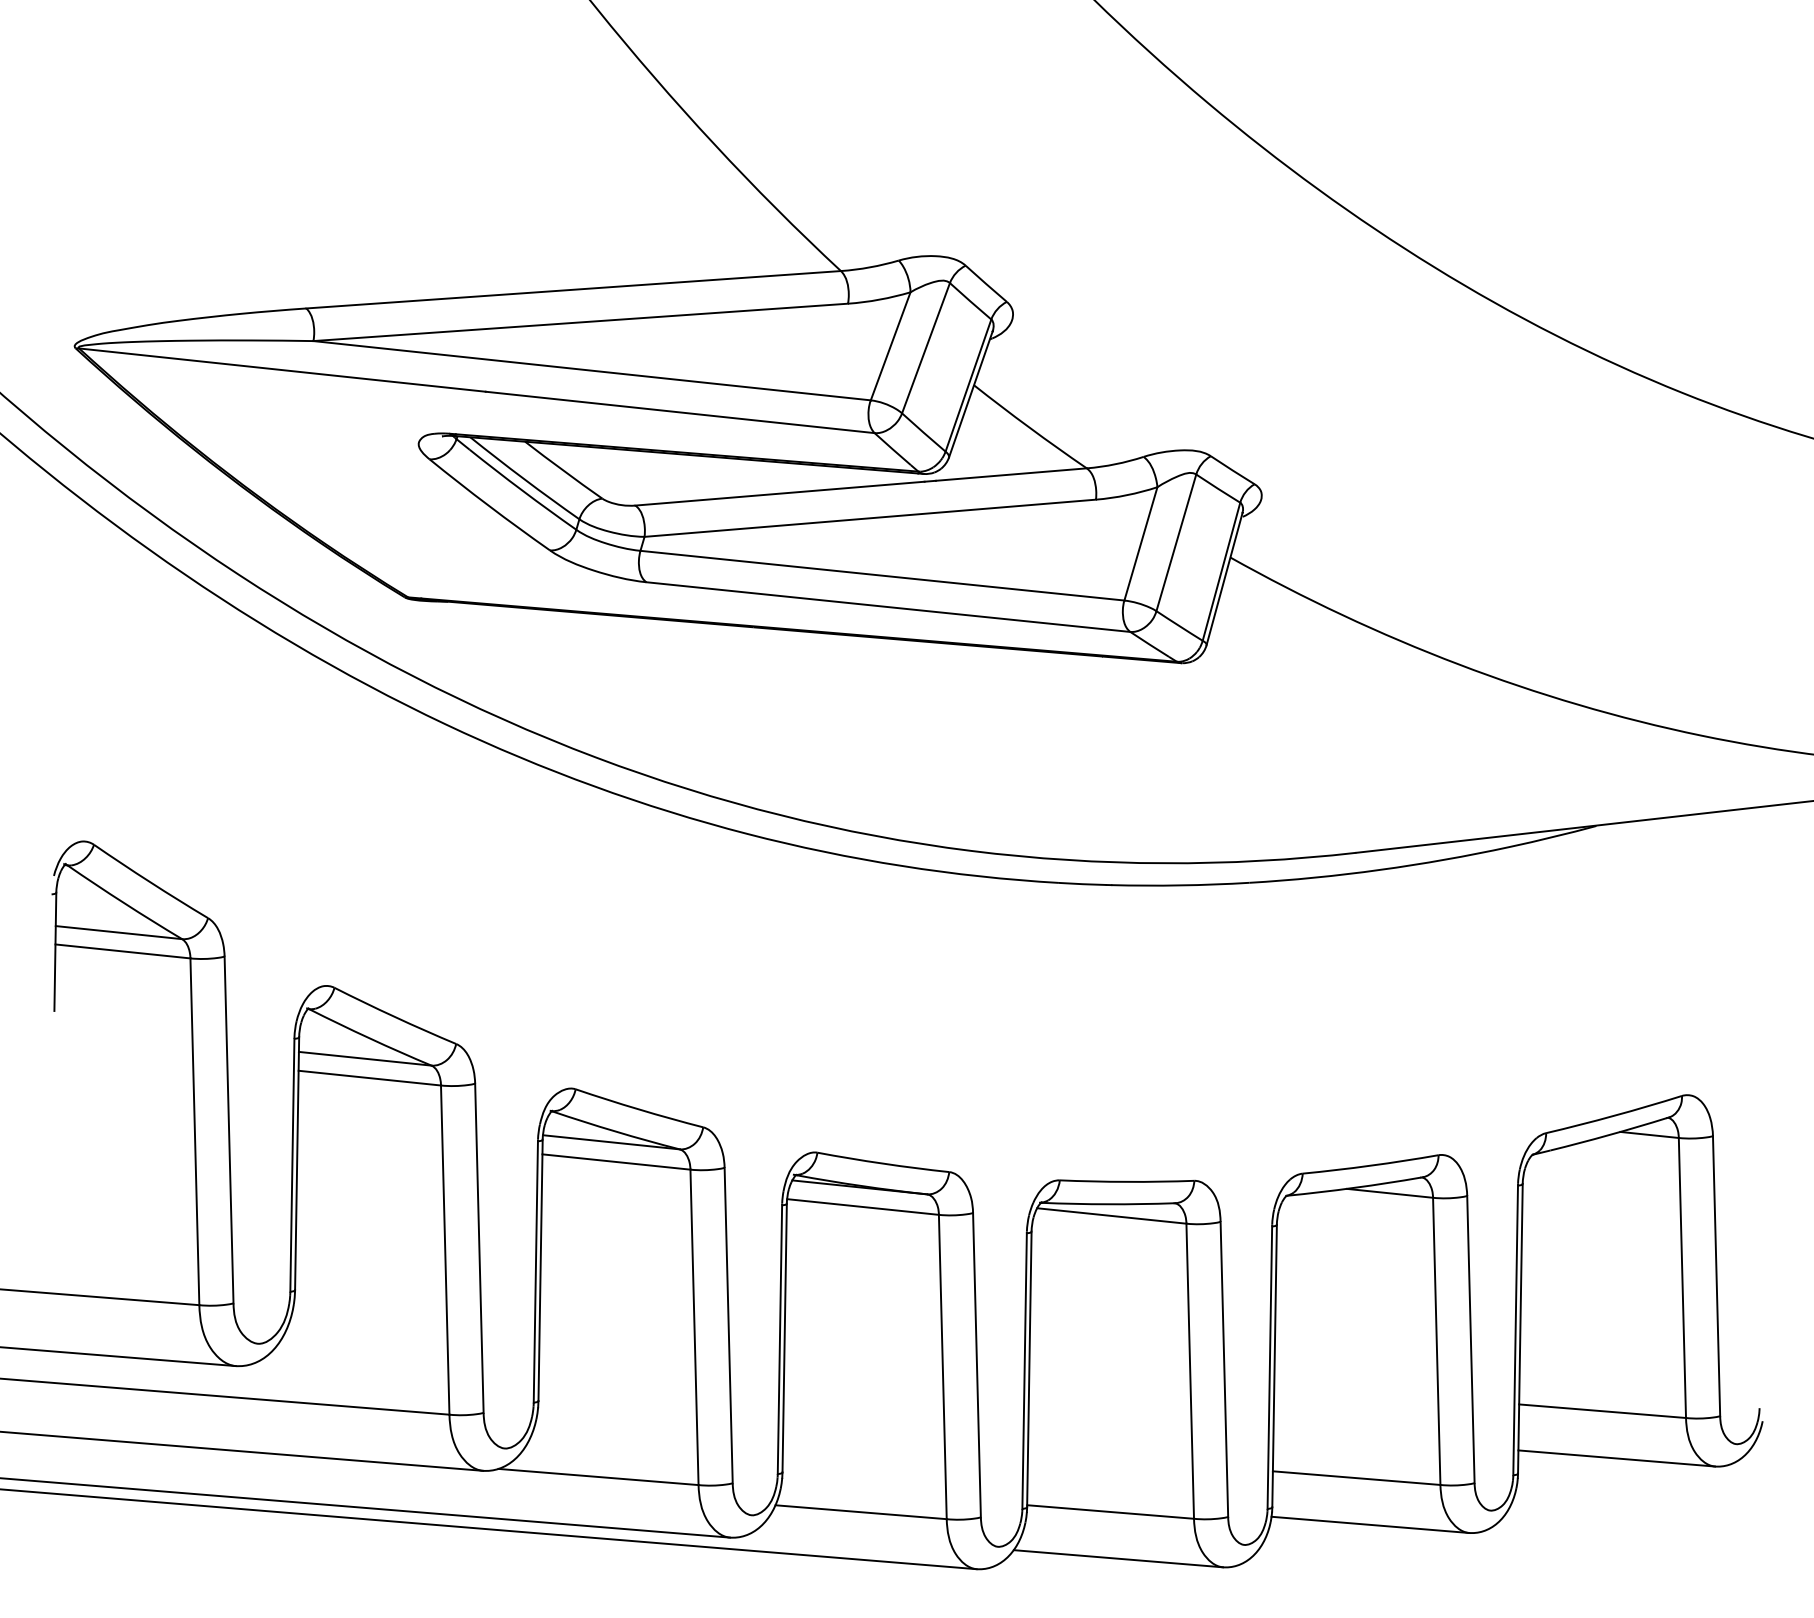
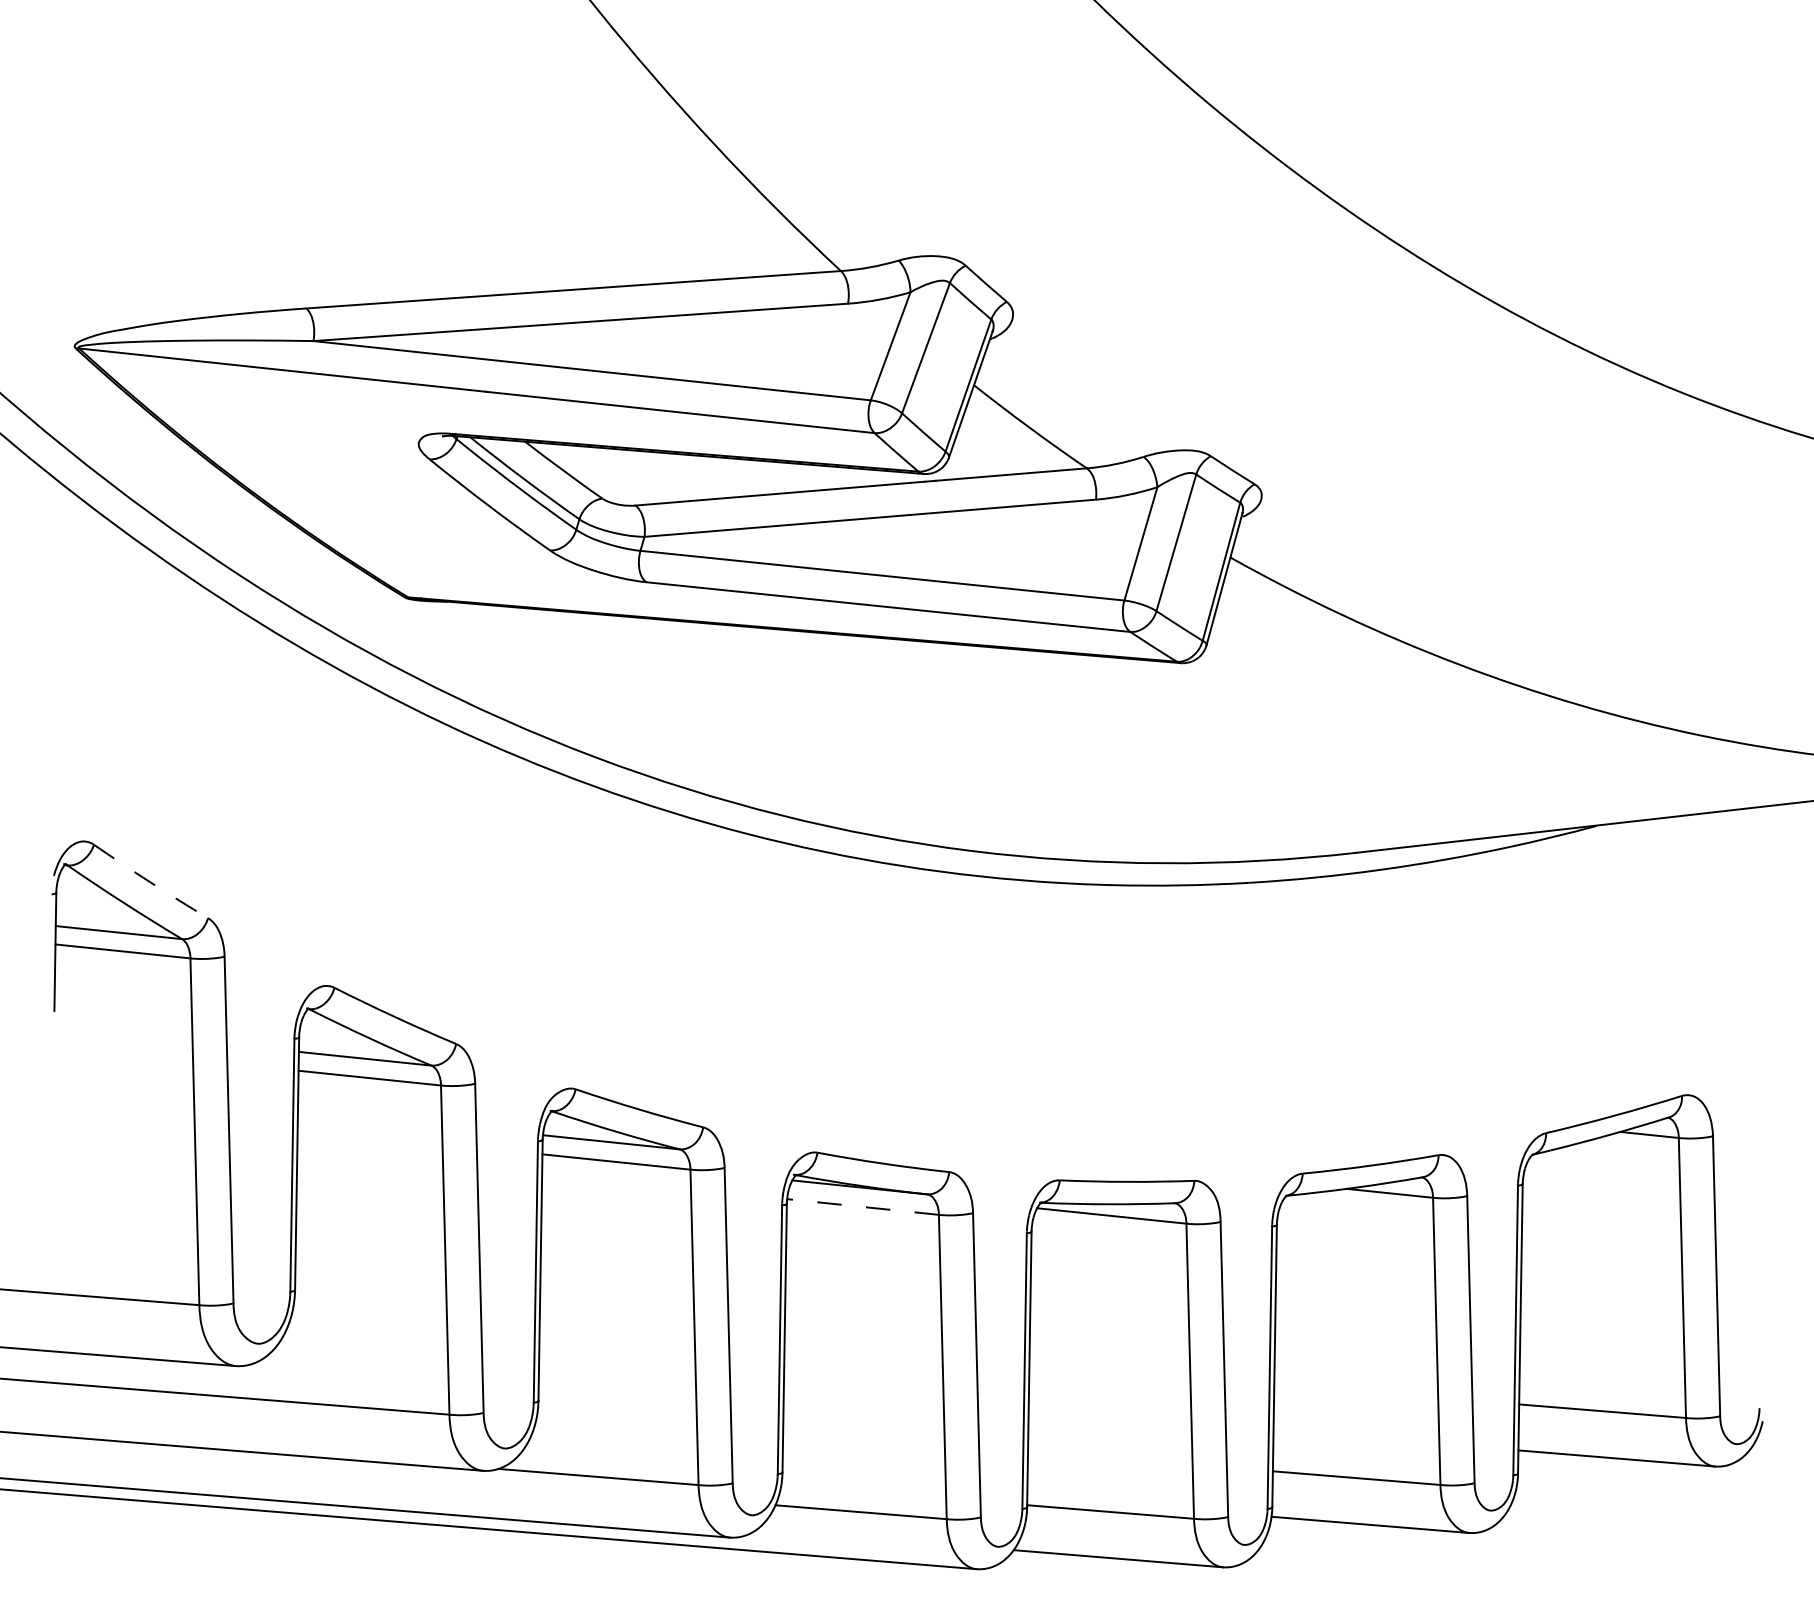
arc at (150, 882): solid -> dashed
line at (862, 1206): solid -> dashed
